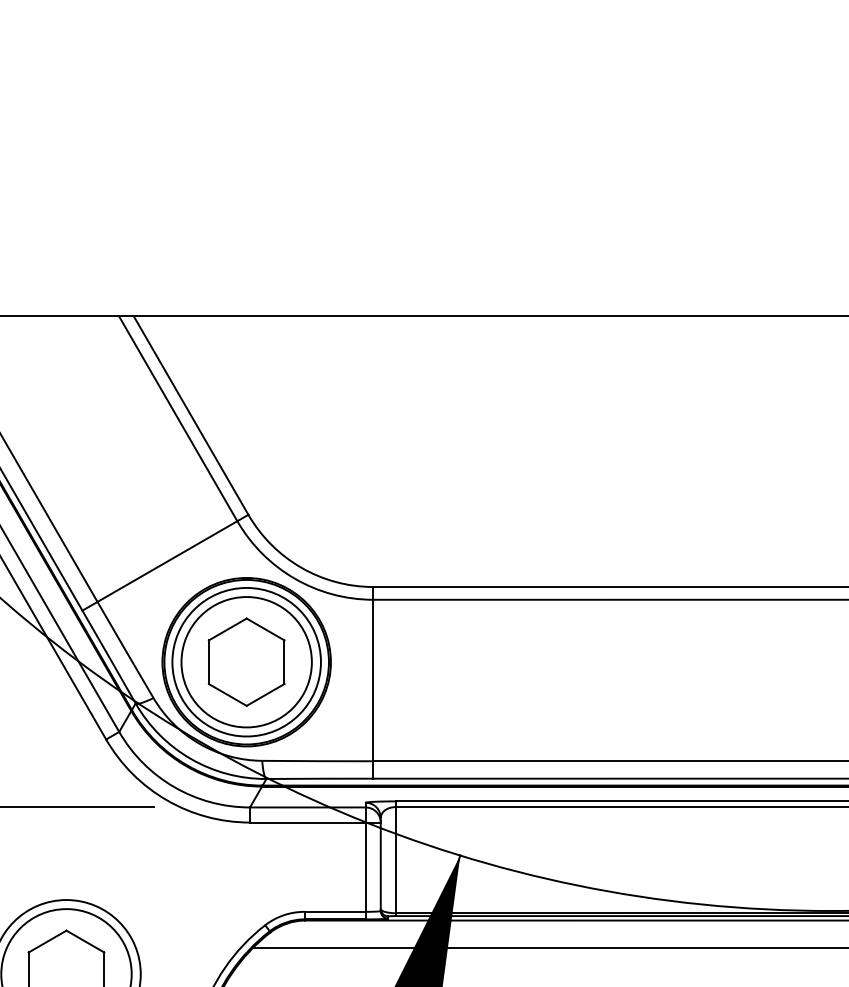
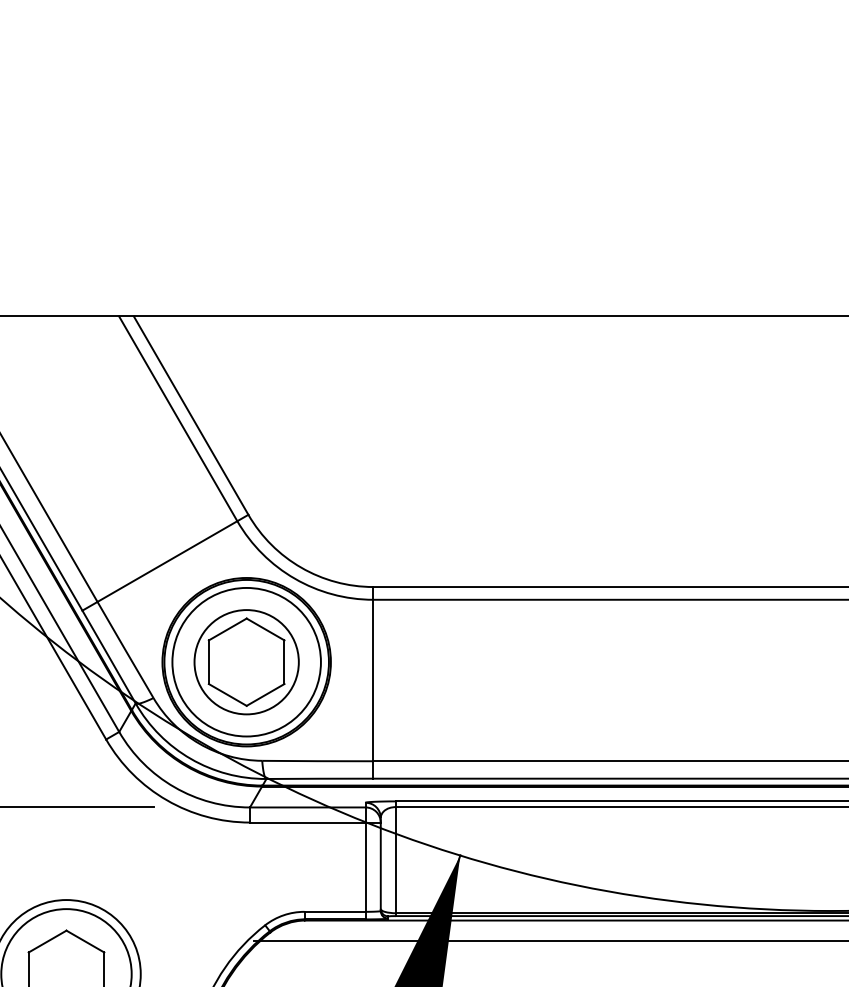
circle at (246, 662) diameter: 130 px -> 104 px
line at (549, 948) position: (549, 948) -> (549, 941)
